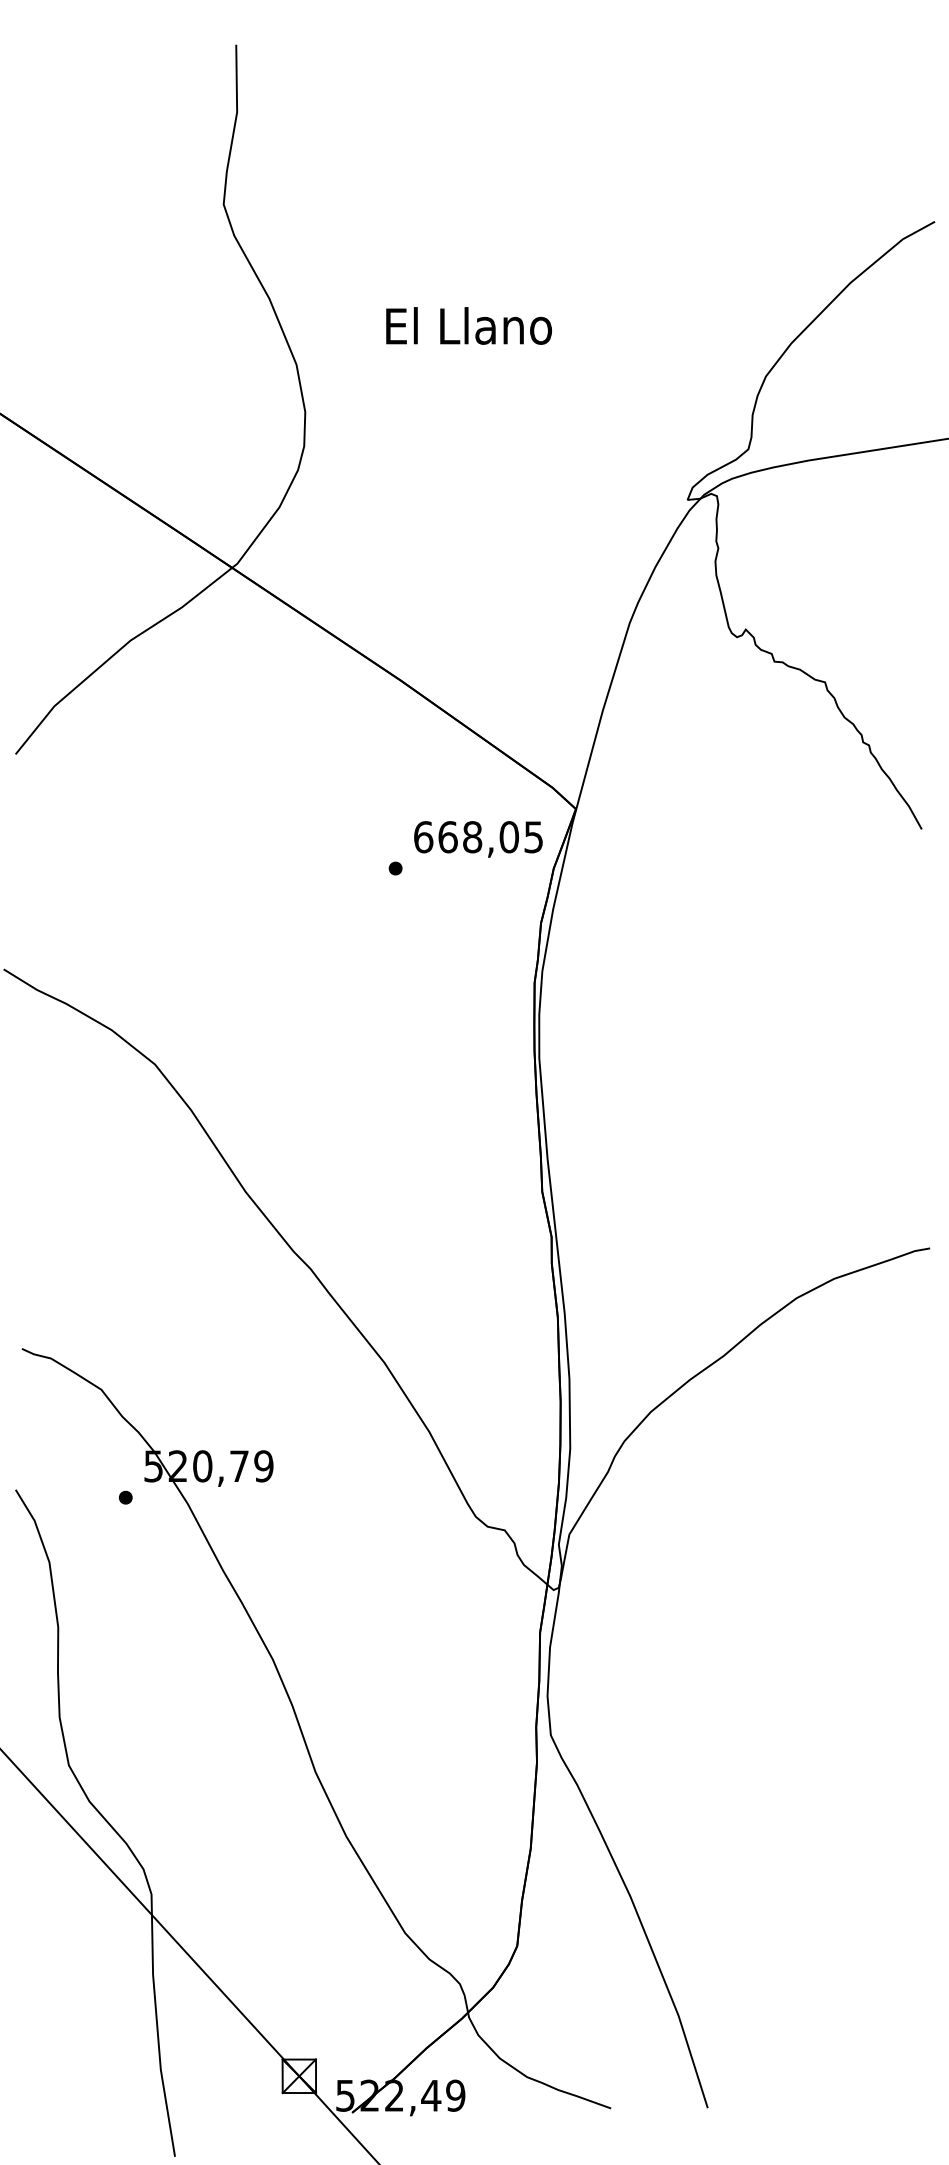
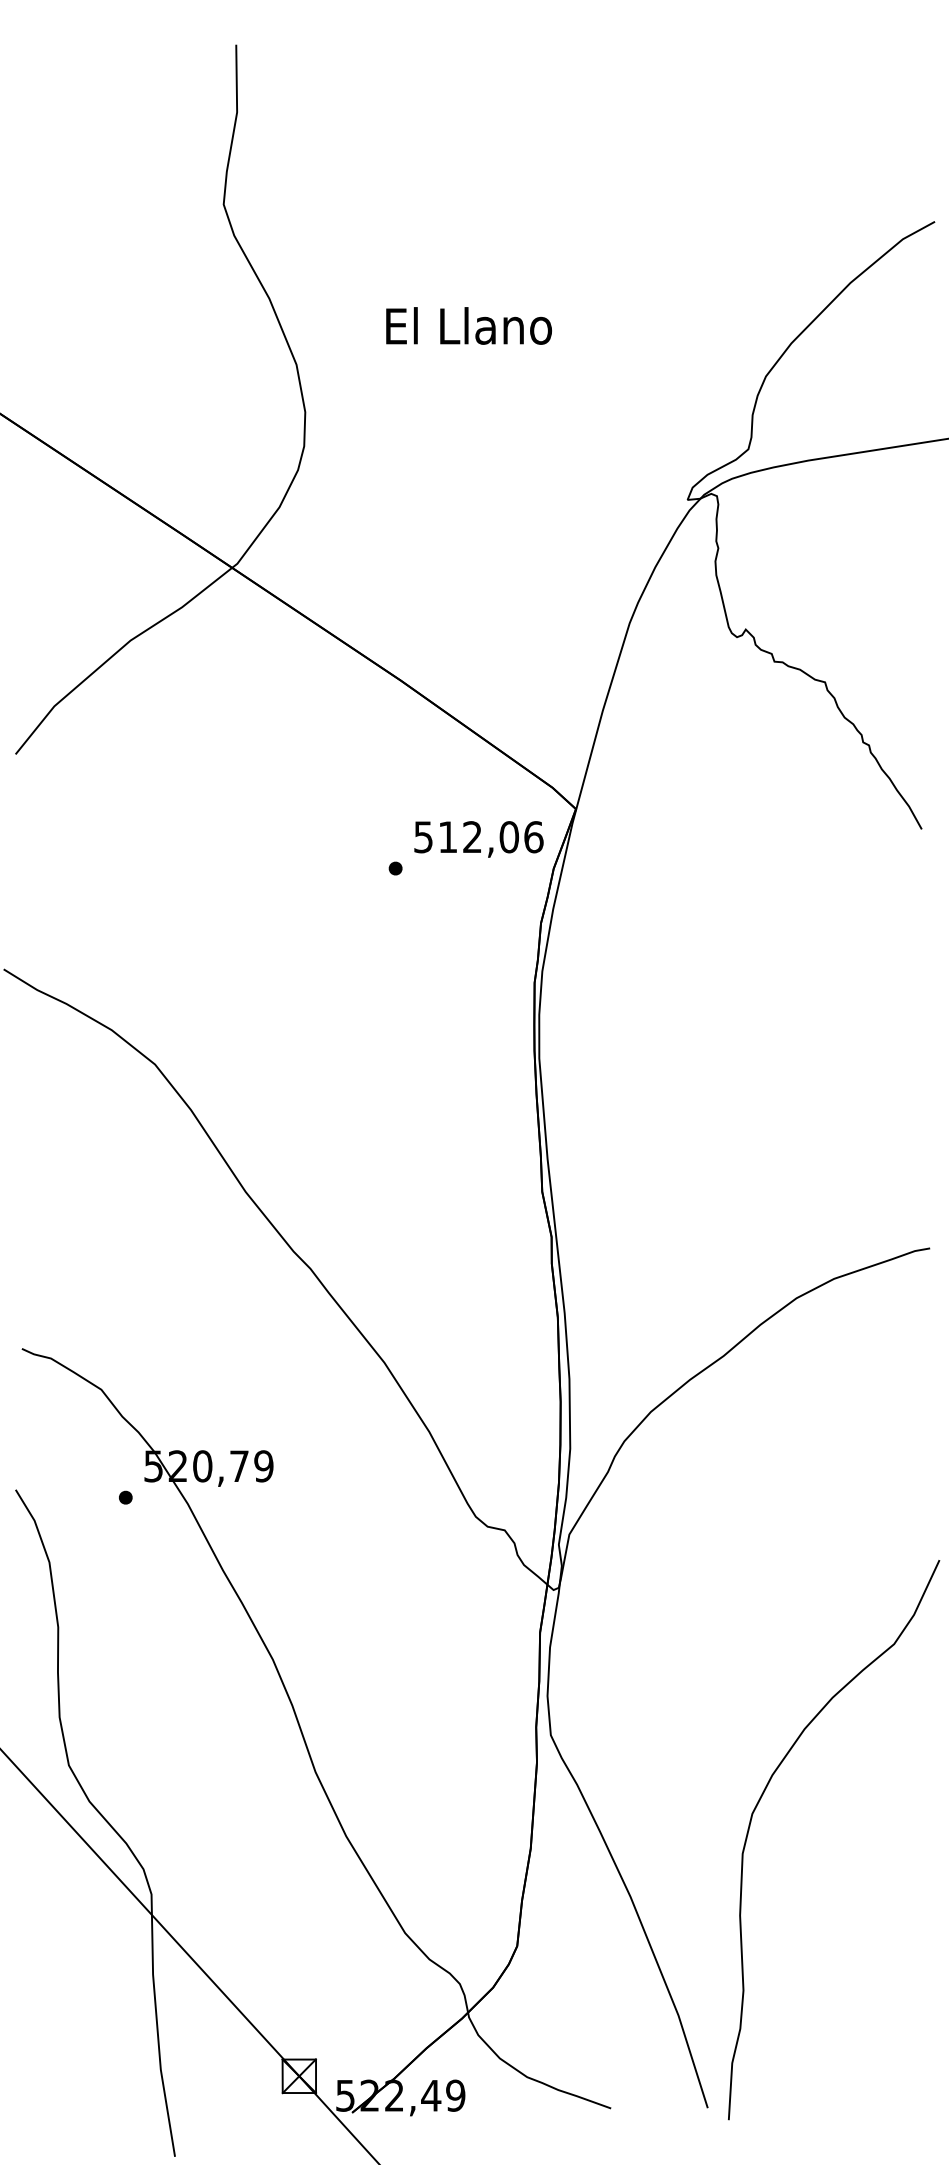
text at (478, 837): 668,05 -> 512,06
curve at (759, 1802): none -> present
